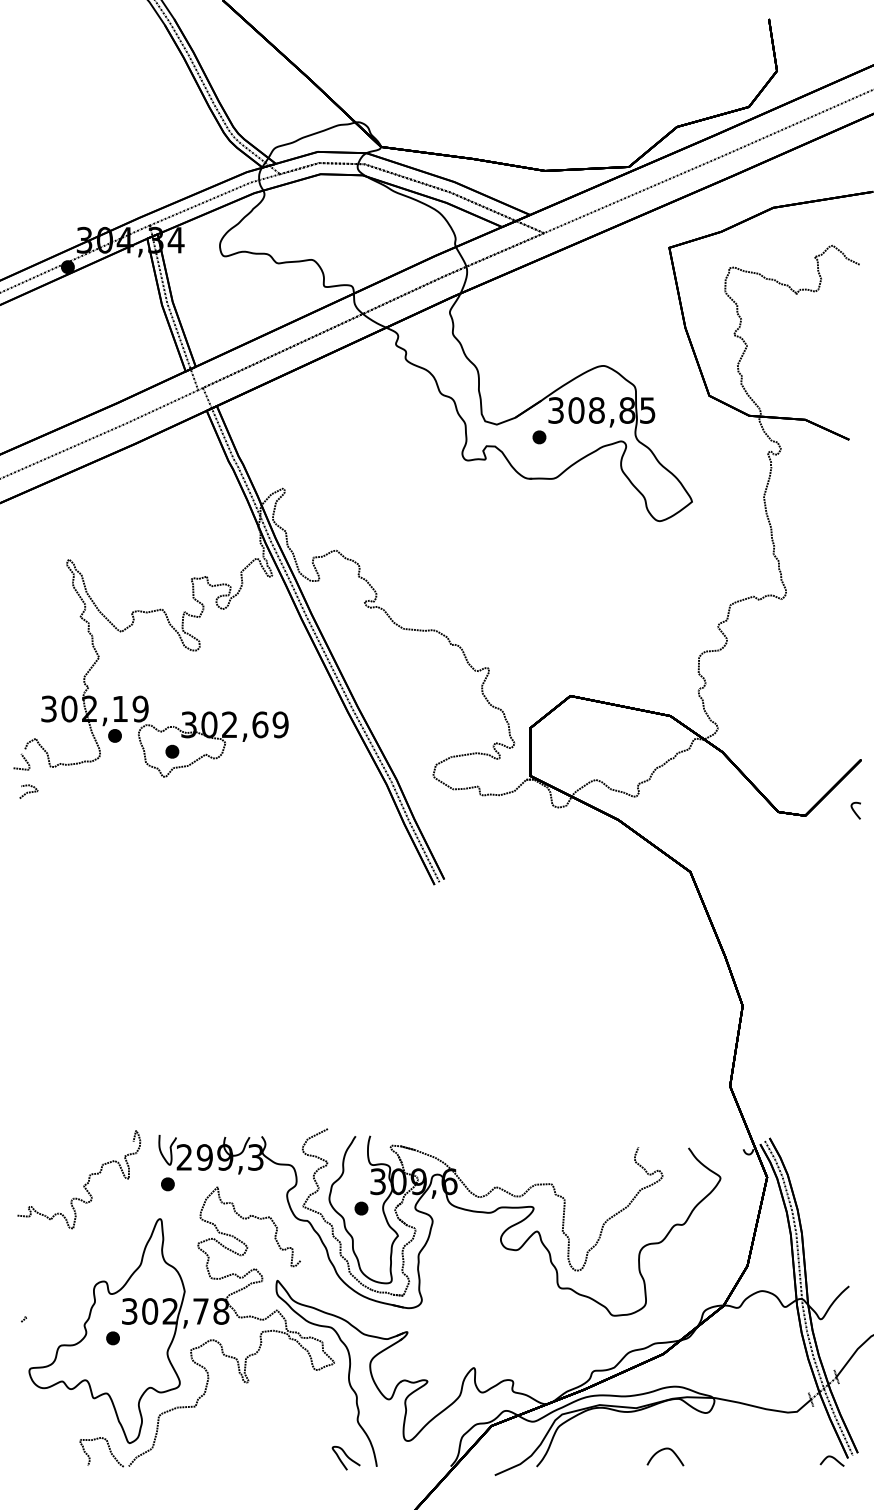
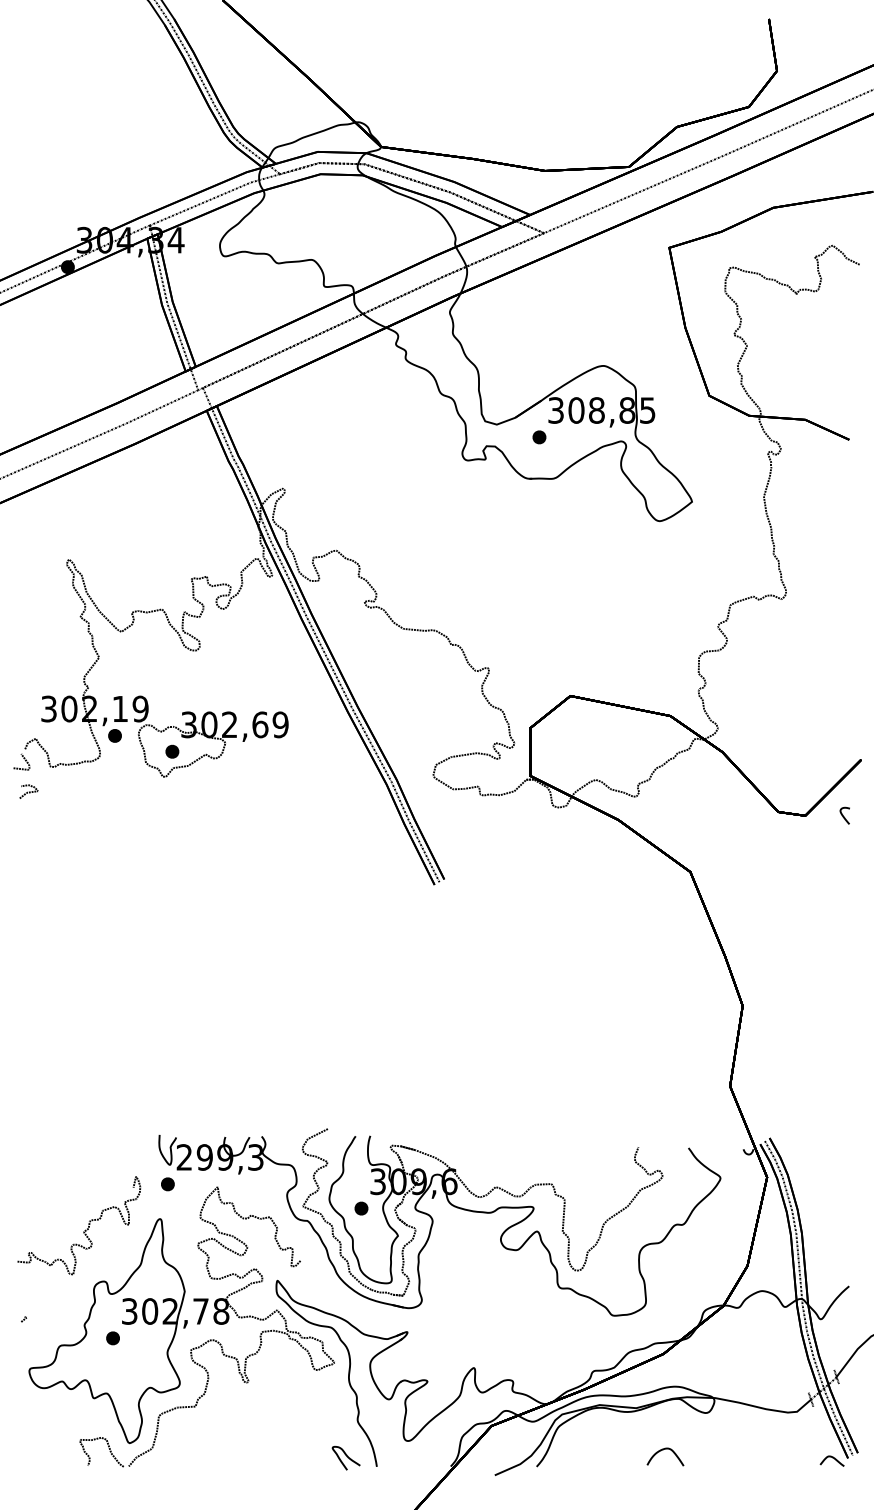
part at (855, 810) position: (855, 810) -> (844, 815)
curve at (84, 1184) position: (84, 1184) -> (84, 1230)
